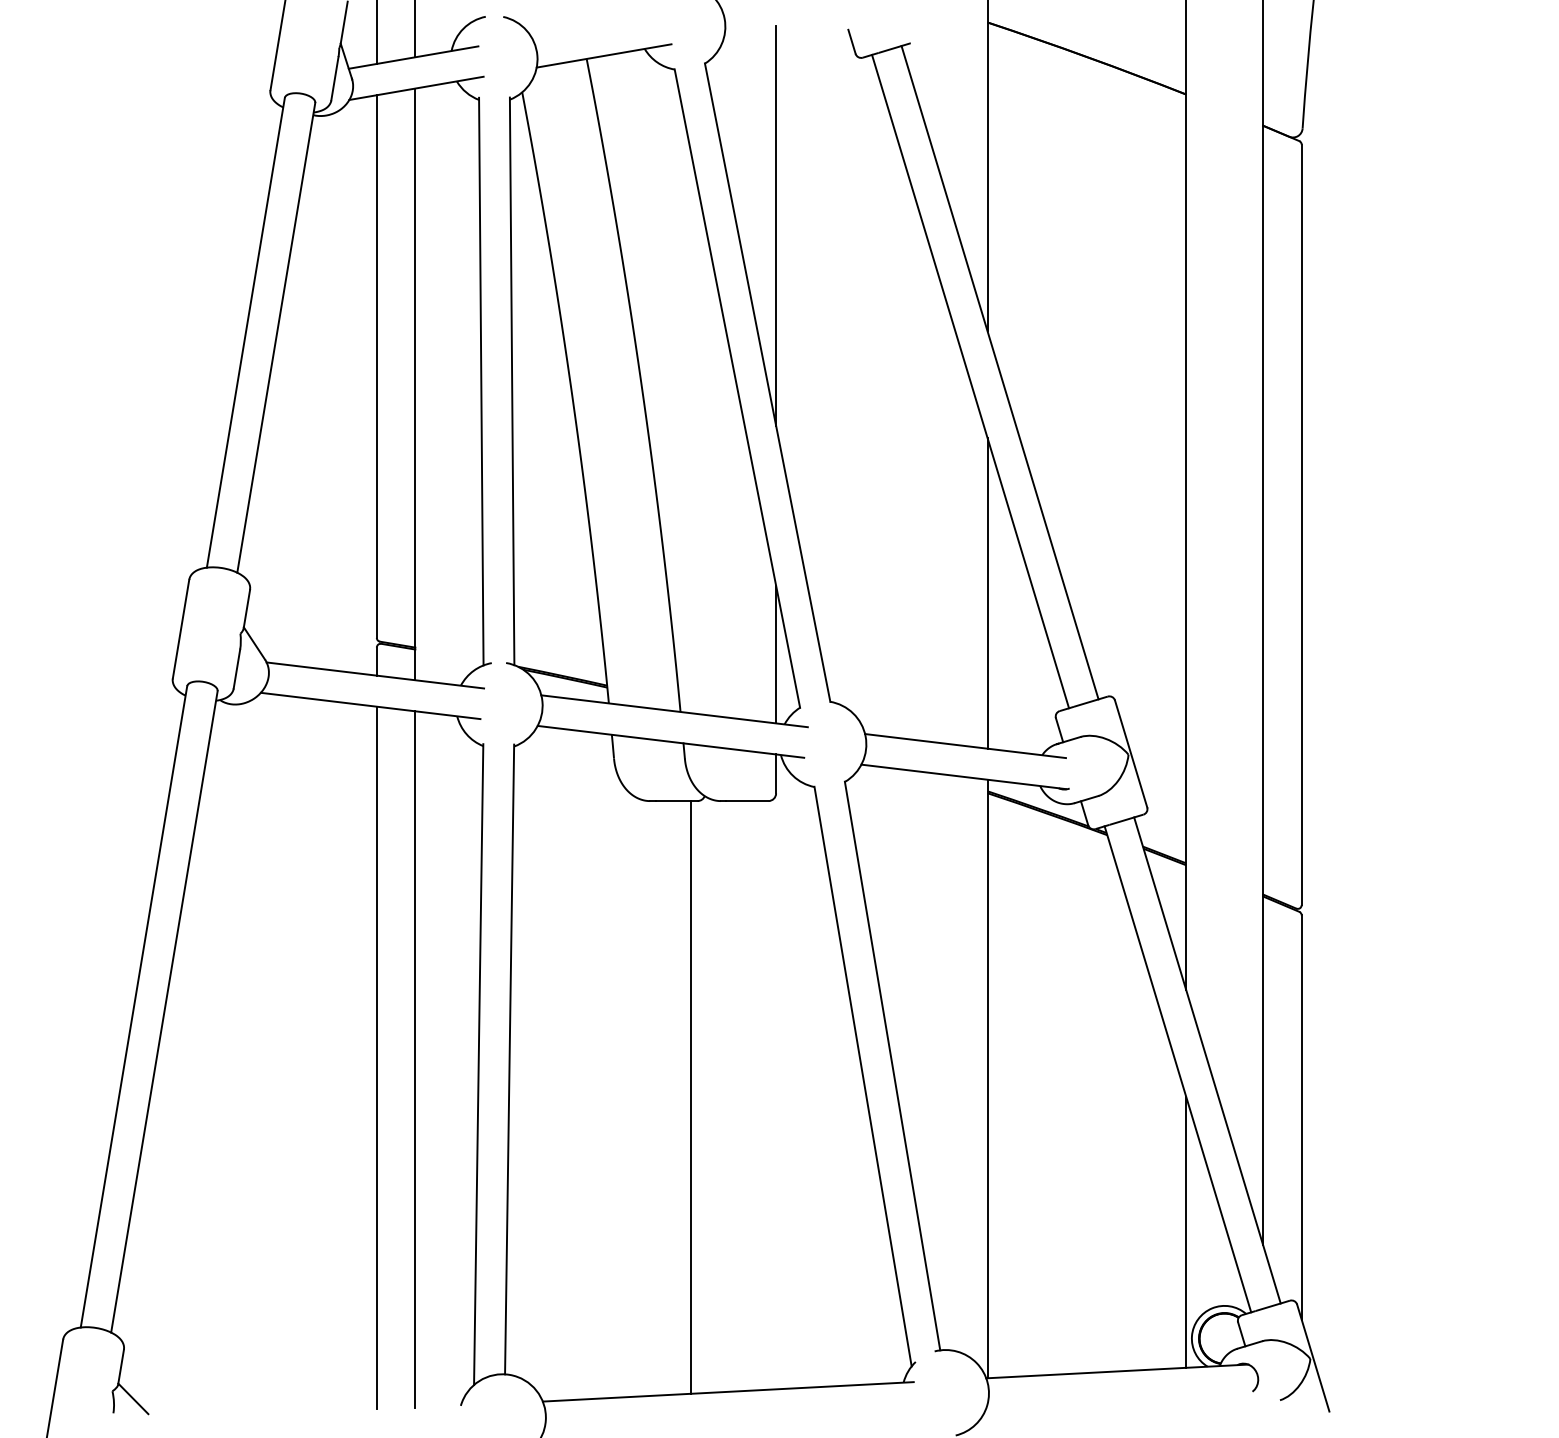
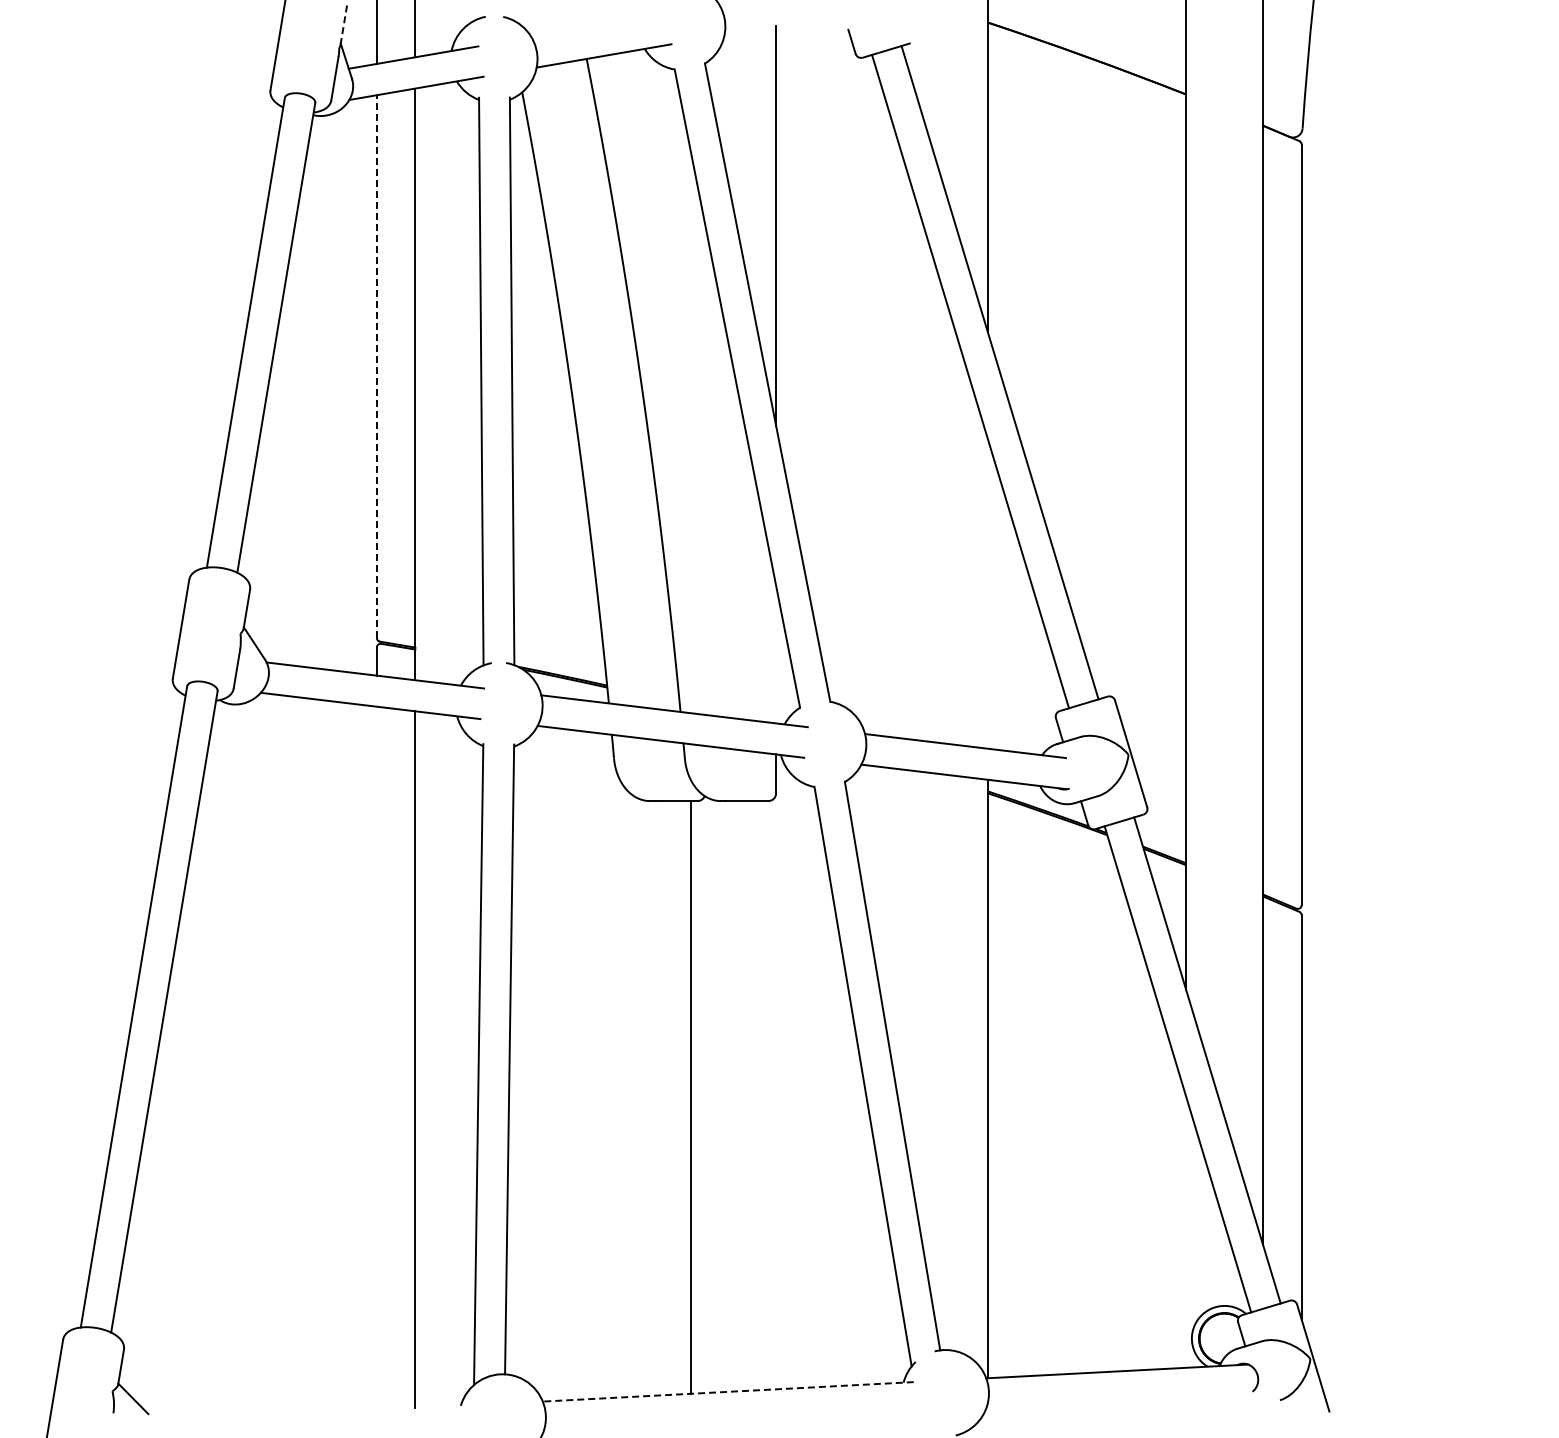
line at (344, 23): solid -> dashed
line at (376, 366): solid -> dashed
line at (987, 593): present -> none
line at (776, 654): present -> none
line at (376, 1057): present -> none
line at (1186, 1231): present -> none
line at (728, 1391): solid -> dashed
